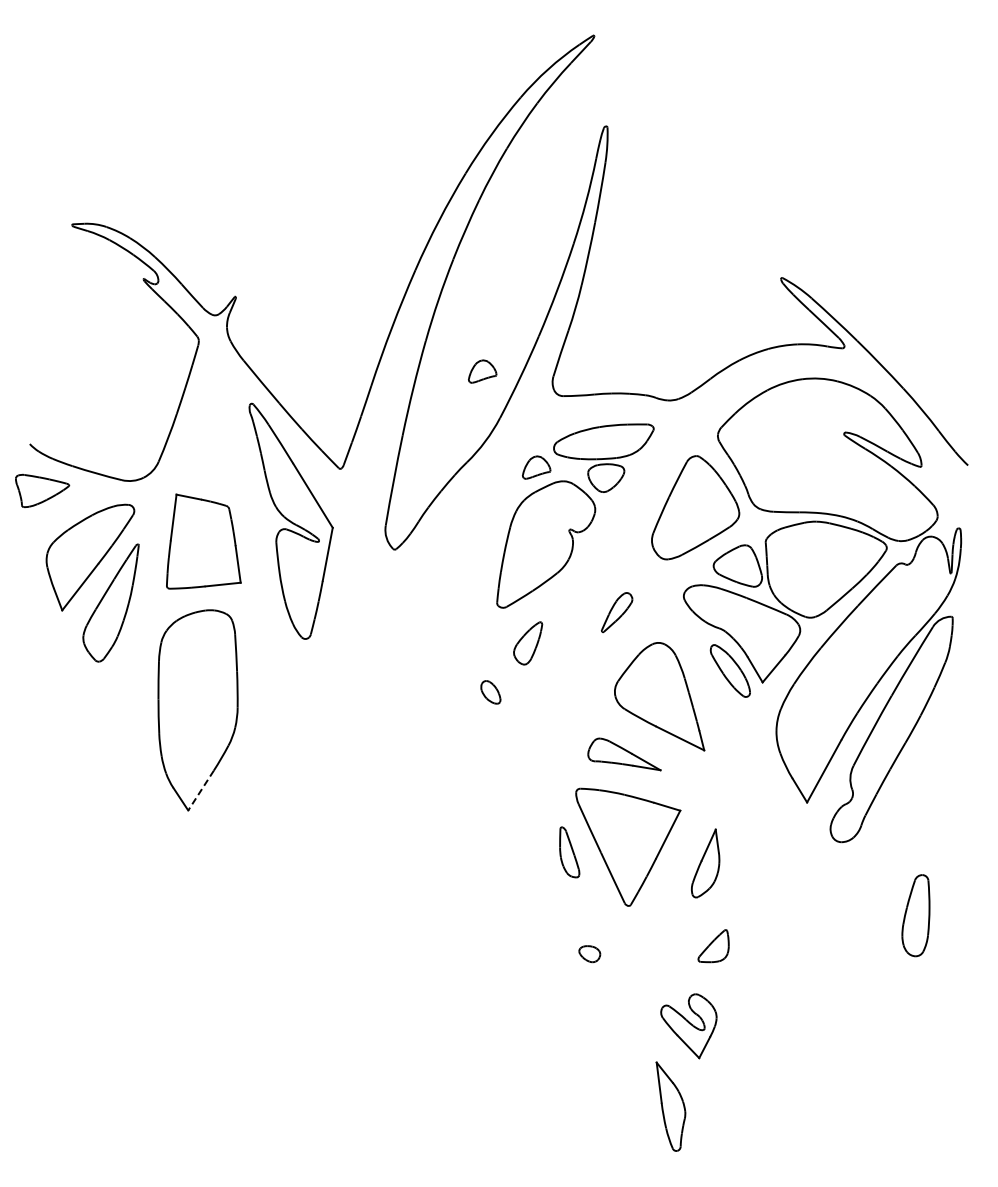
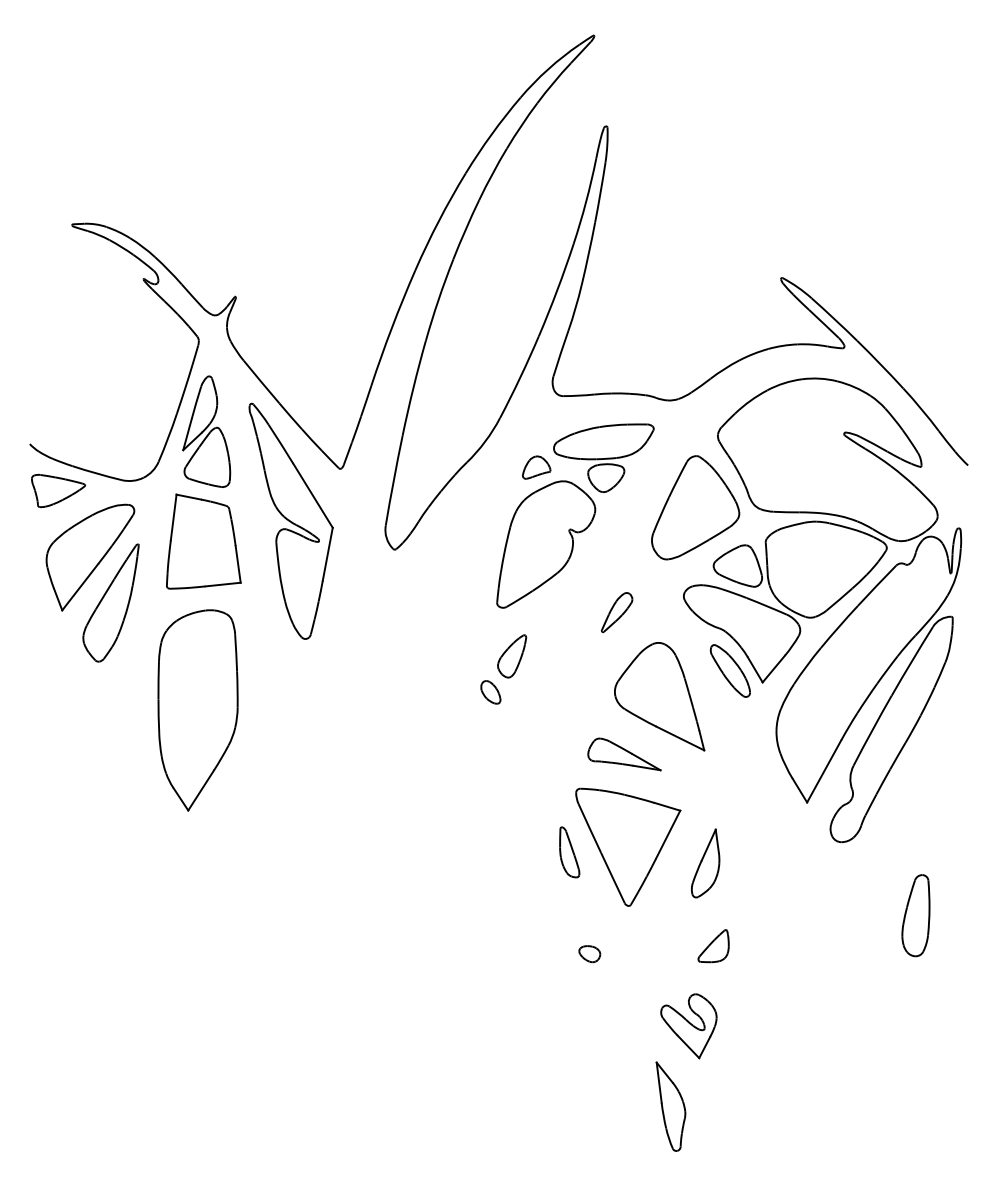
part at (482, 371): present -> none
part at (206, 431): none -> present
part at (42, 490) position: (42, 490) -> (58, 490)
part at (528, 643) position: (528, 643) -> (512, 656)
line at (201, 790): dashed -> solid
